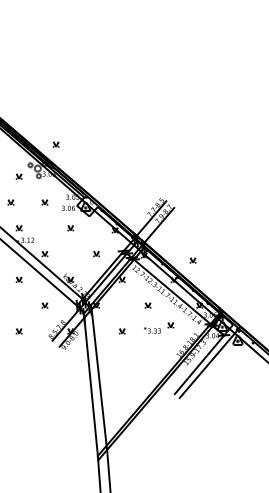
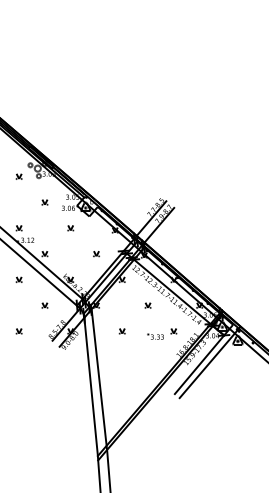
part at (55, 144): present -> none
part at (10, 202): present -> none
part at (192, 260): present -> none
part at (159, 327) position: (159, 327) -> (162, 333)
